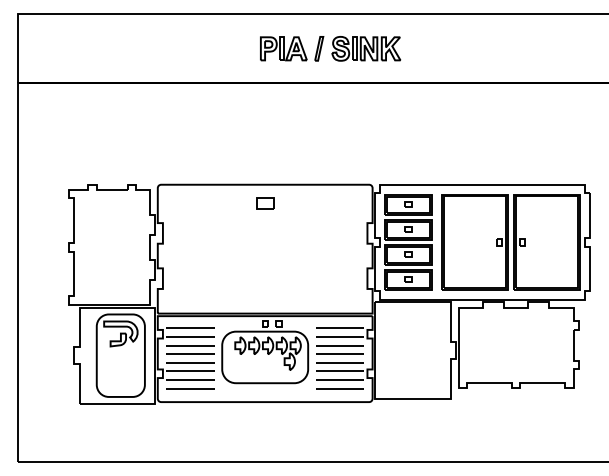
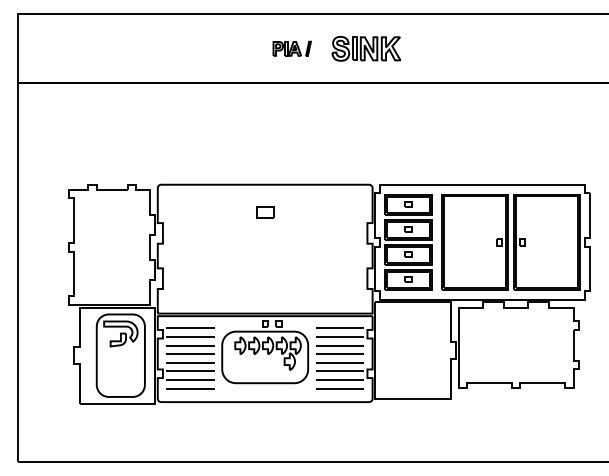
part at (292, 48) size: 65x26 px -> 40x17 px
part at (265, 203) position: (265, 203) -> (265, 212)
